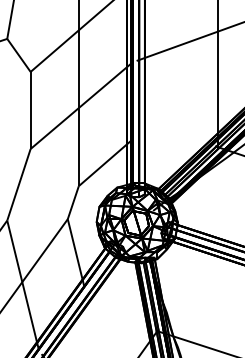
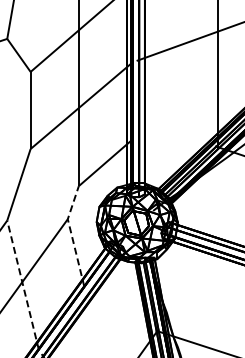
line at (71, 235): solid -> dashed
line at (23, 285): solid -> dashed
